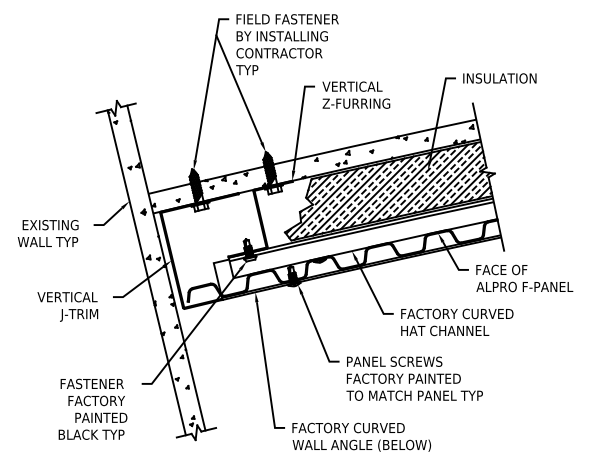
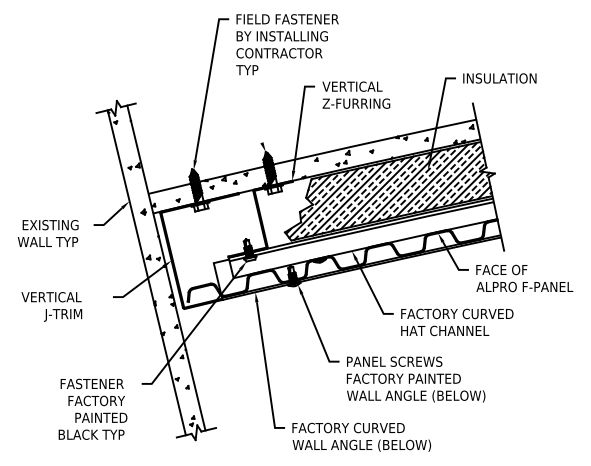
line at (238, 88): present -> none
text at (67, 306) position: (67, 306) -> (51, 306)
text at (415, 396): TO MATCH PANEL TYP -> WALL ANGLE (BELOW)
